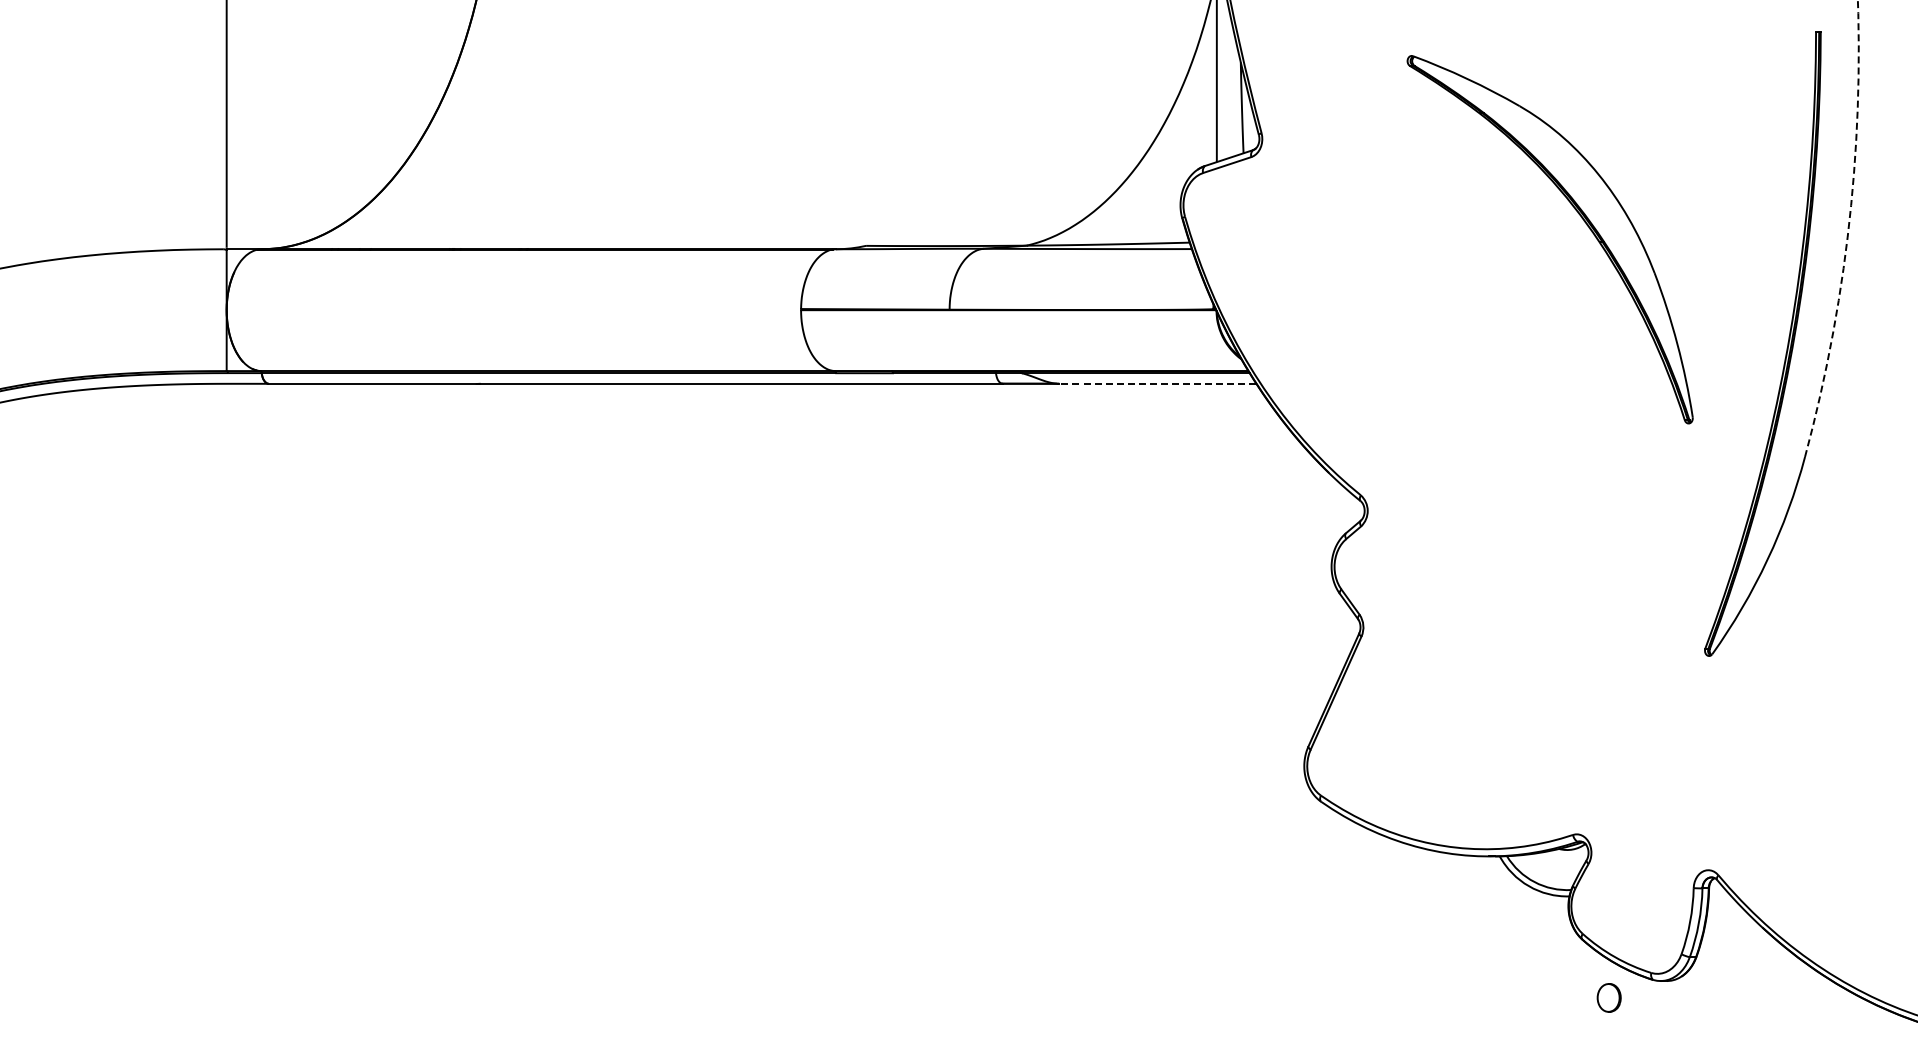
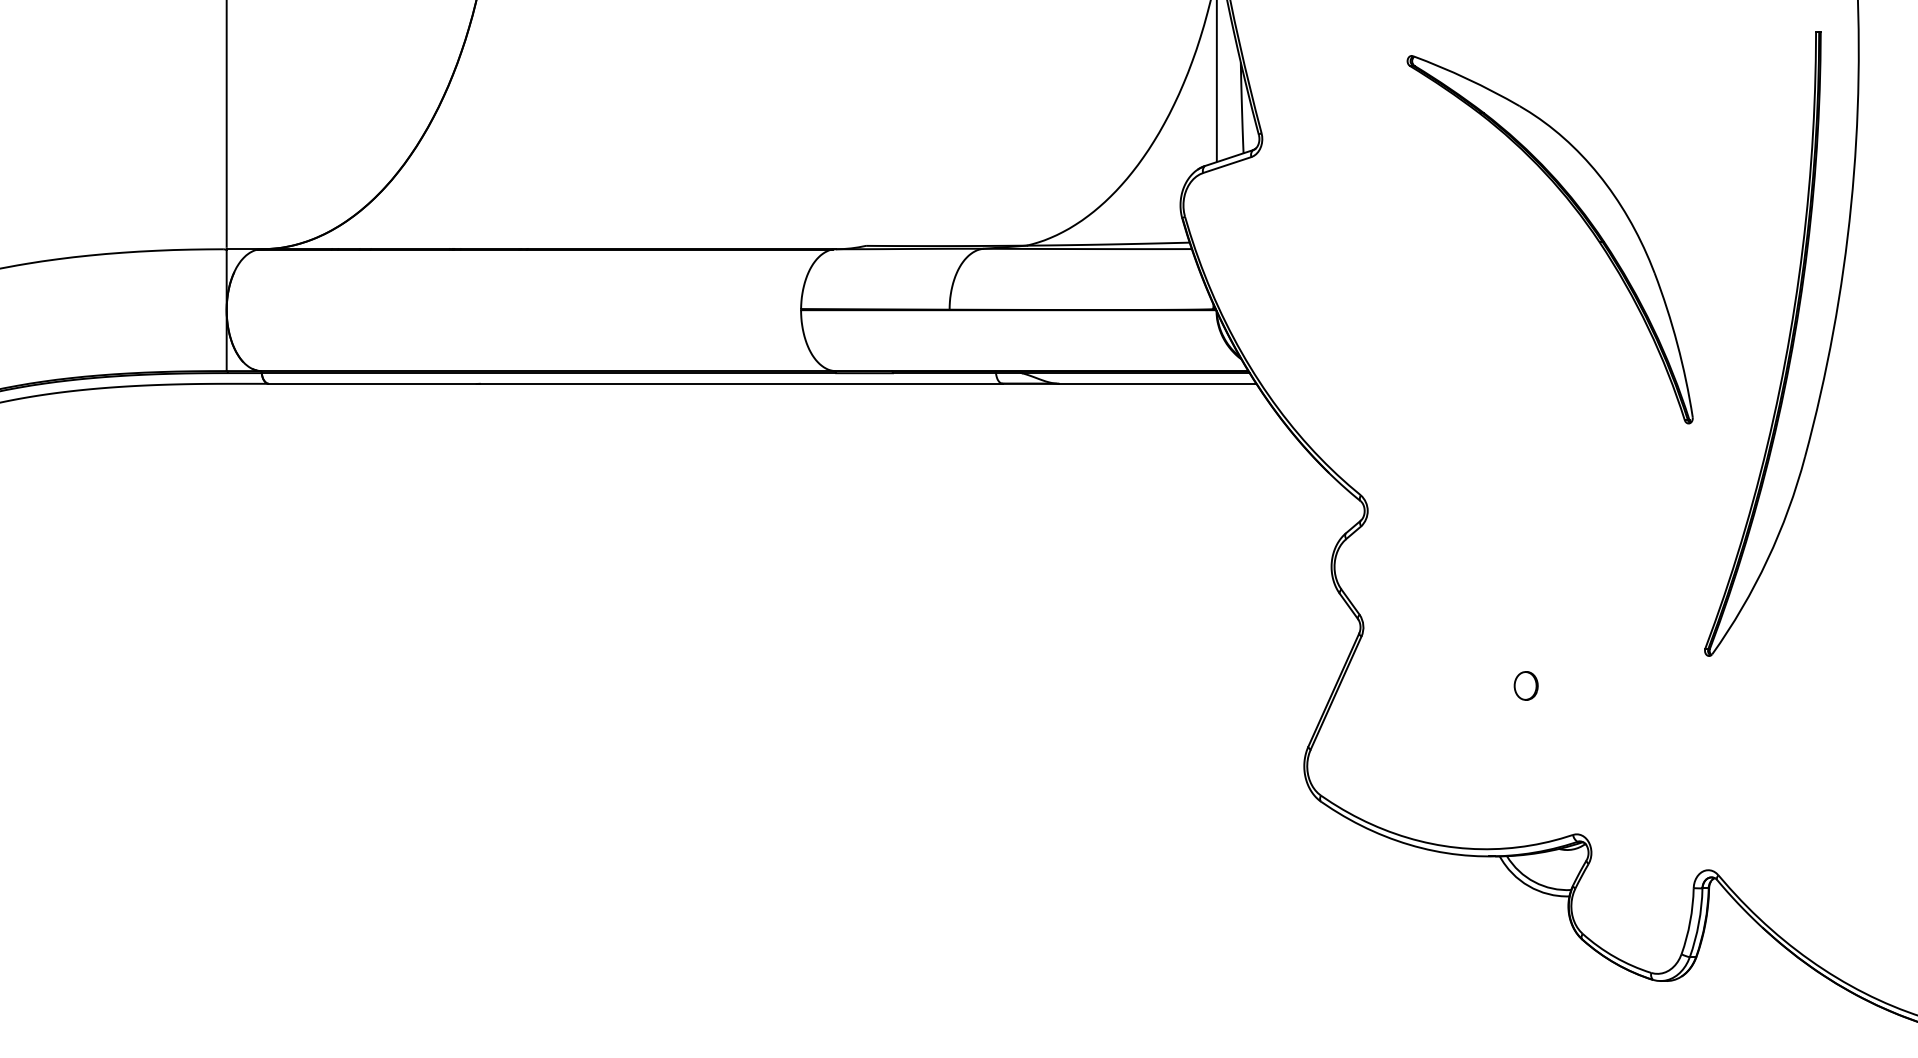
arc at (1848, 231): dashed -> solid
line at (1157, 383): dashed -> solid
part at (1608, 997) position: (1608, 997) -> (1525, 685)
